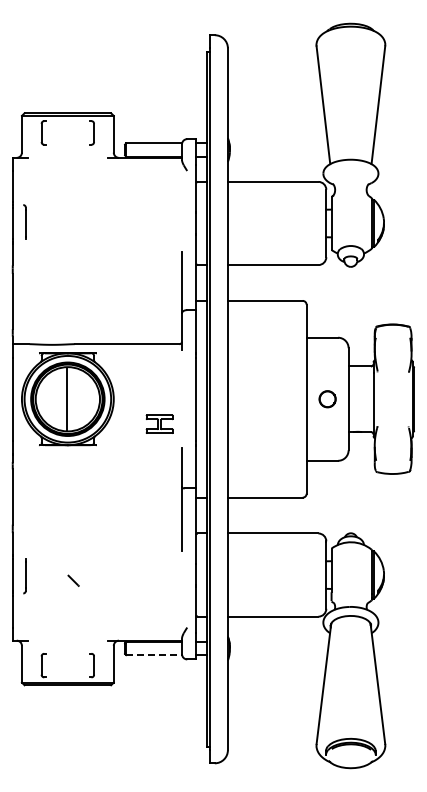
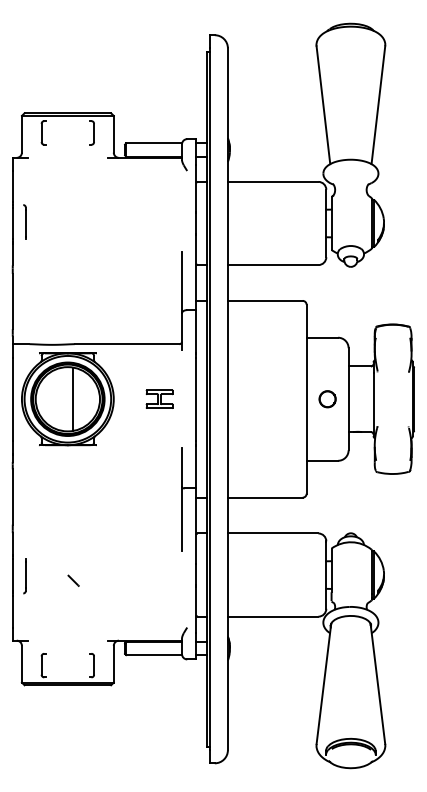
line at (67, 399) position: (67, 399) -> (73, 399)
part at (159, 423) position: (159, 423) -> (159, 398)
line at (154, 655): dashed -> solid
